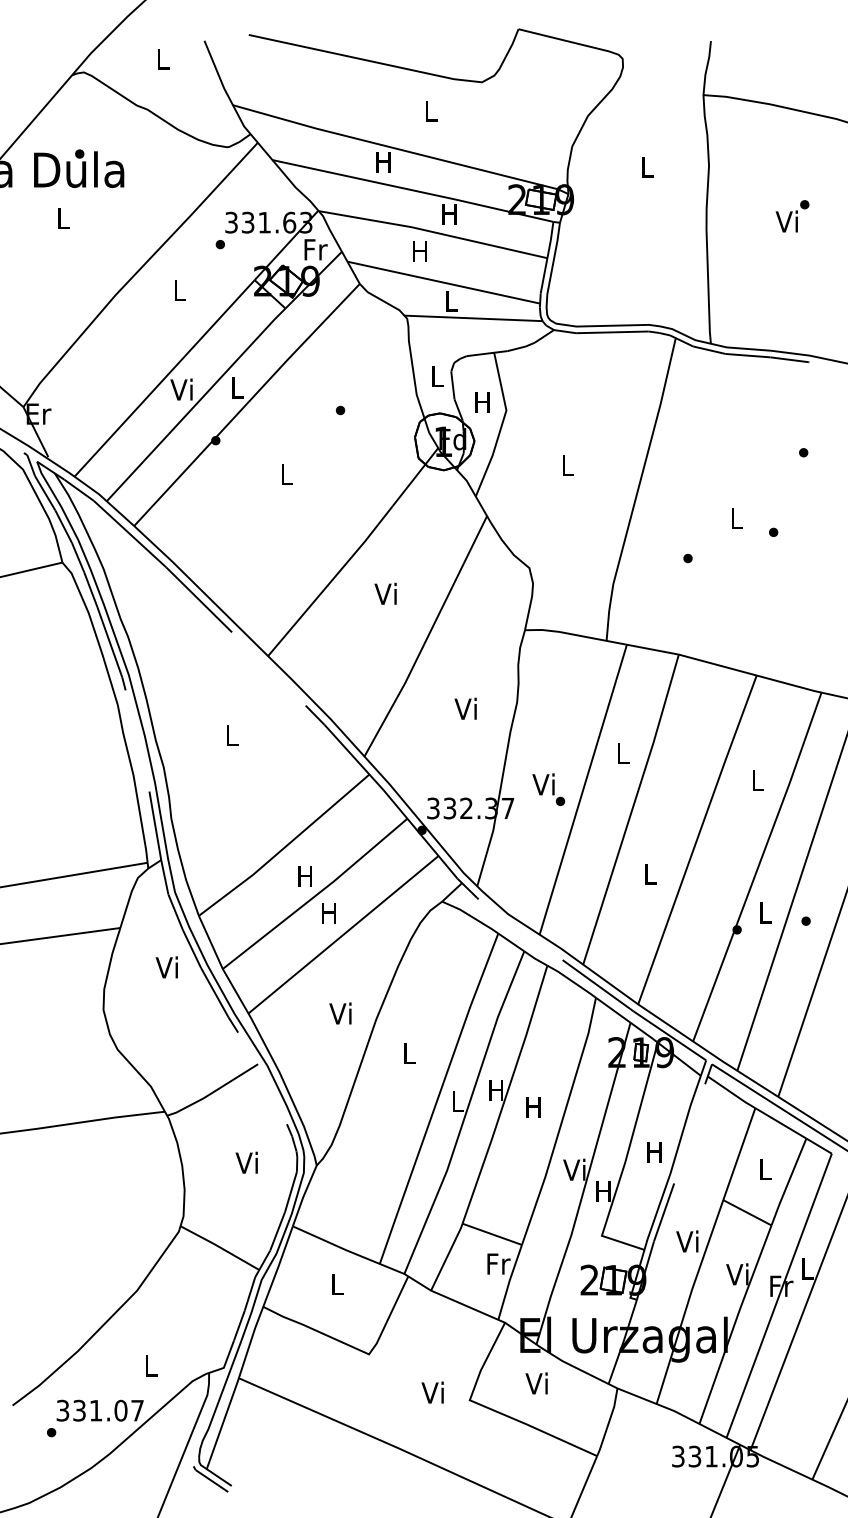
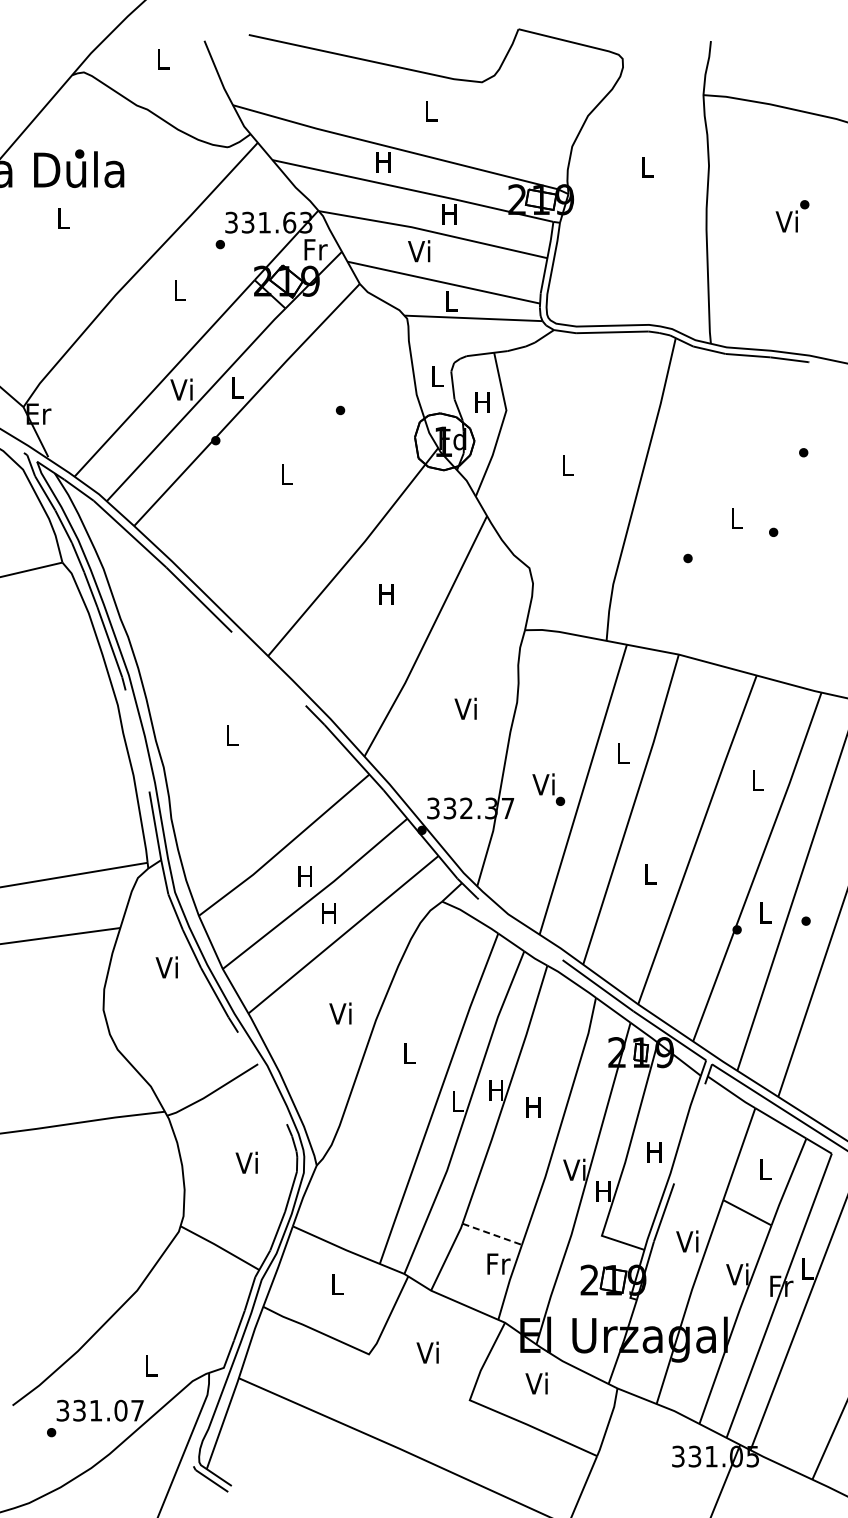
text at (419, 251): H -> Vi
text at (385, 593): Vi -> H
line at (492, 1234): solid -> dashed
text at (432, 1392) position: (432, 1392) -> (427, 1352)
